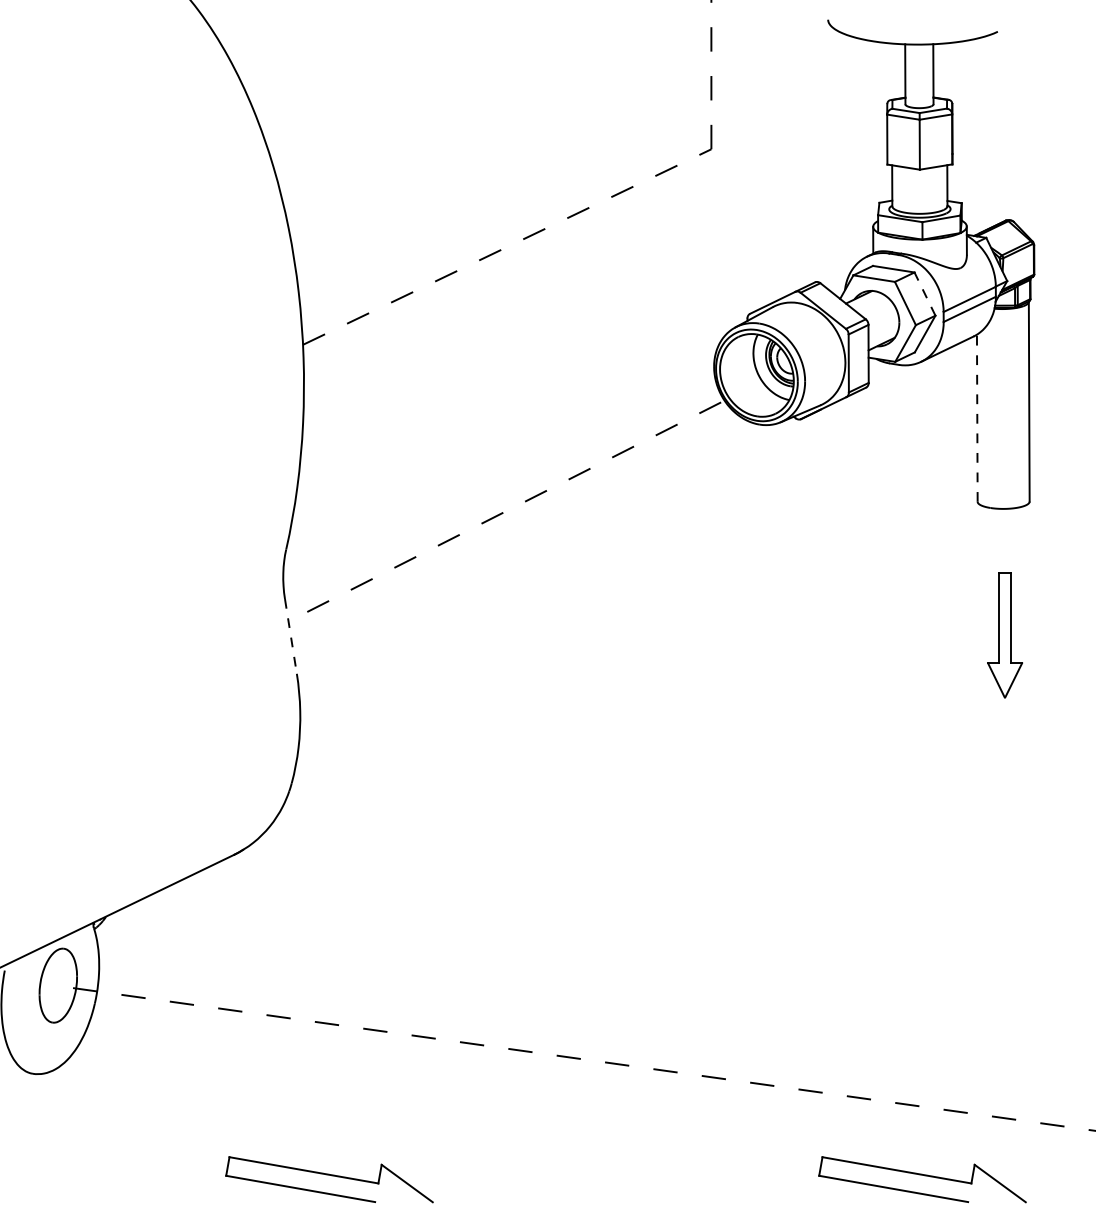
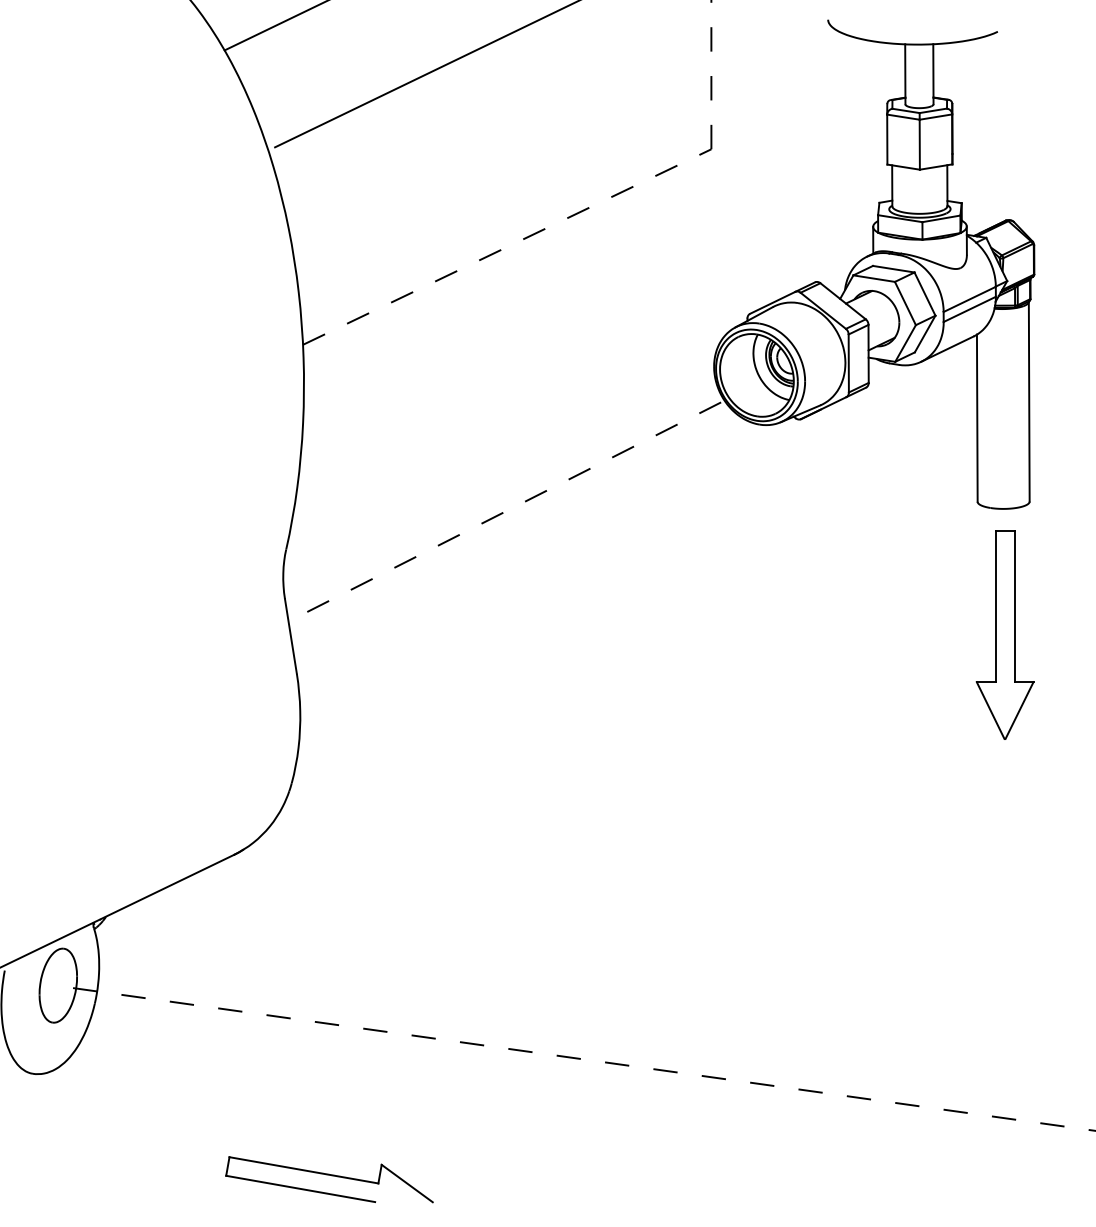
line at (274, 26): none -> present
line at (425, 74): none -> present
line at (924, 293): dashed -> solid
line at (977, 418): dashed -> solid
part at (1004, 635) size: 36x127 px -> 60x210 px
line at (290, 636): dashed -> solid
part at (922, 1179): present -> none
